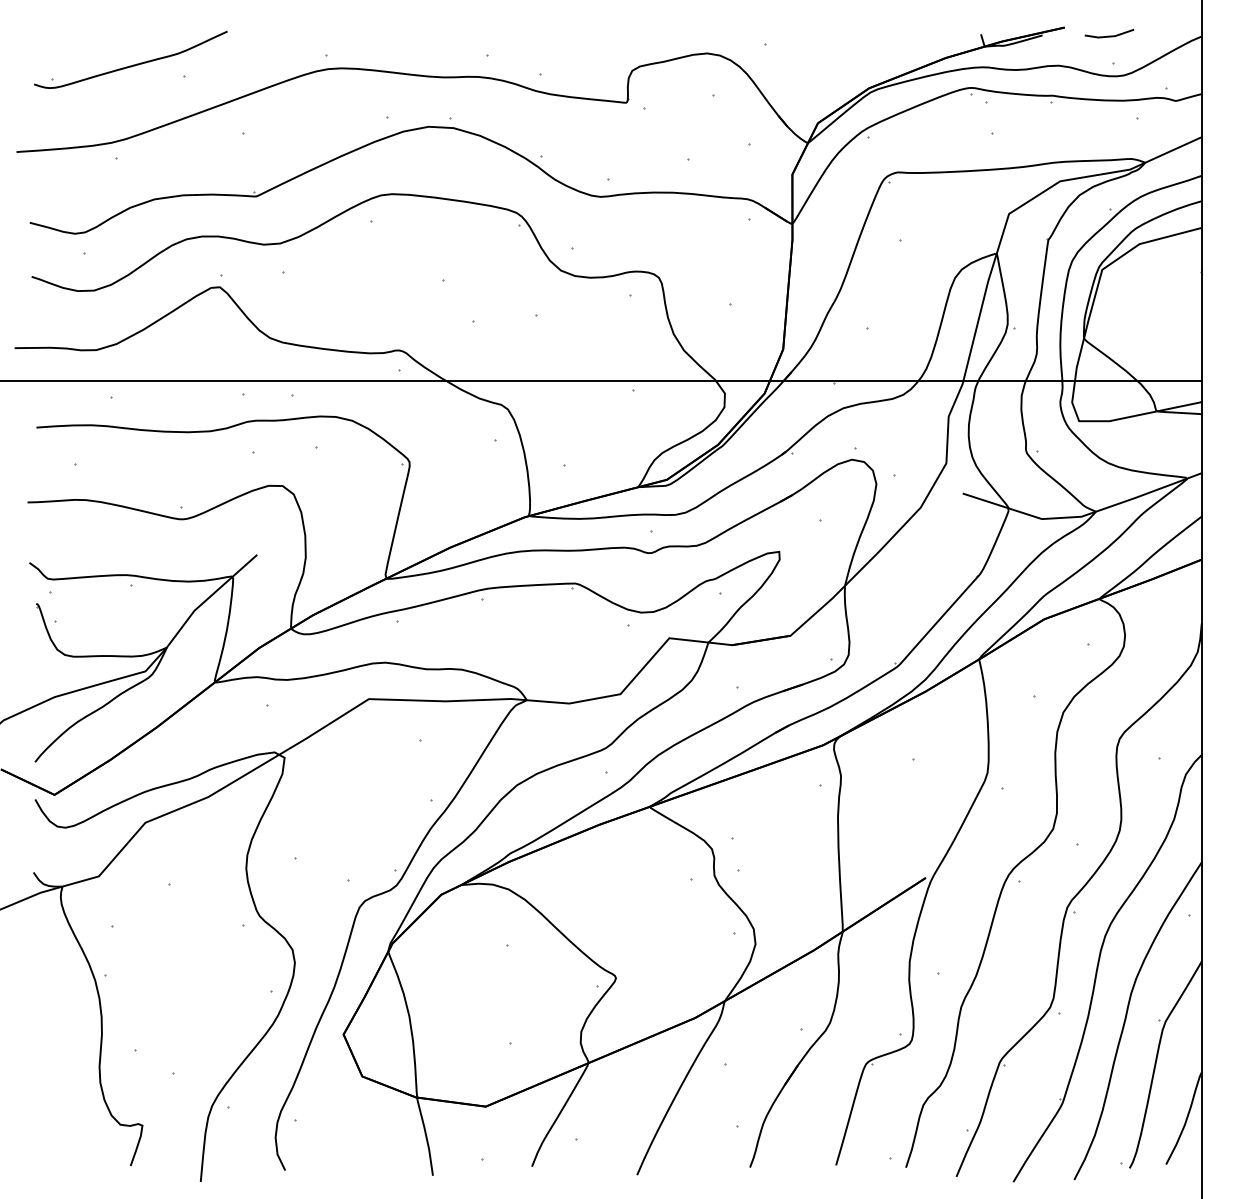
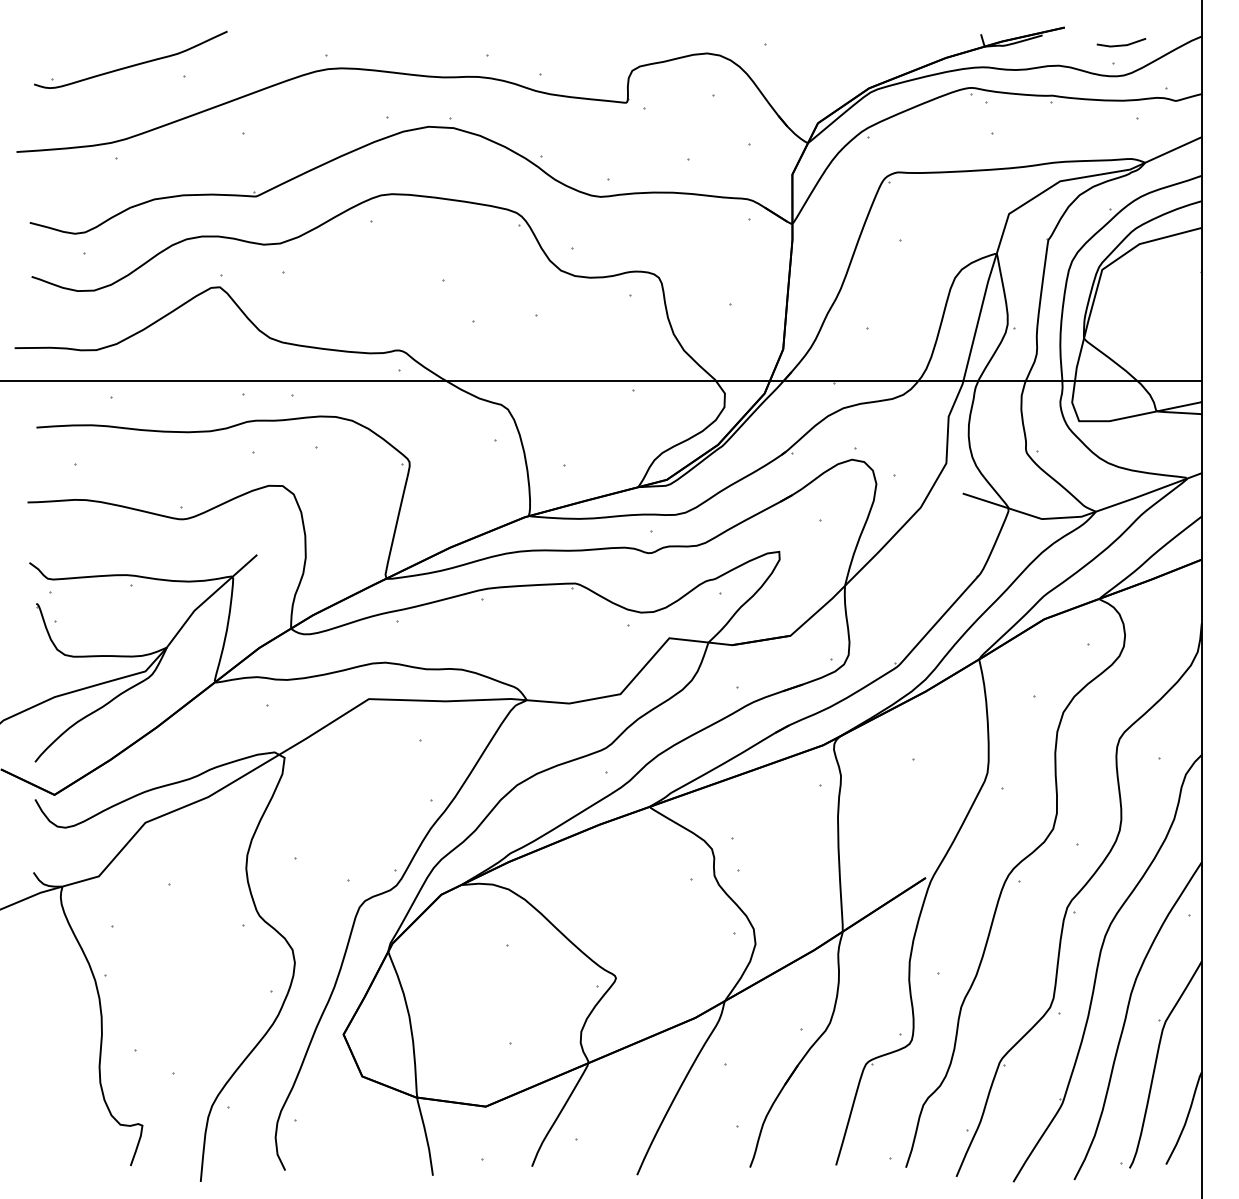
line at (1109, 35) position: (1109, 35) -> (1121, 44)
